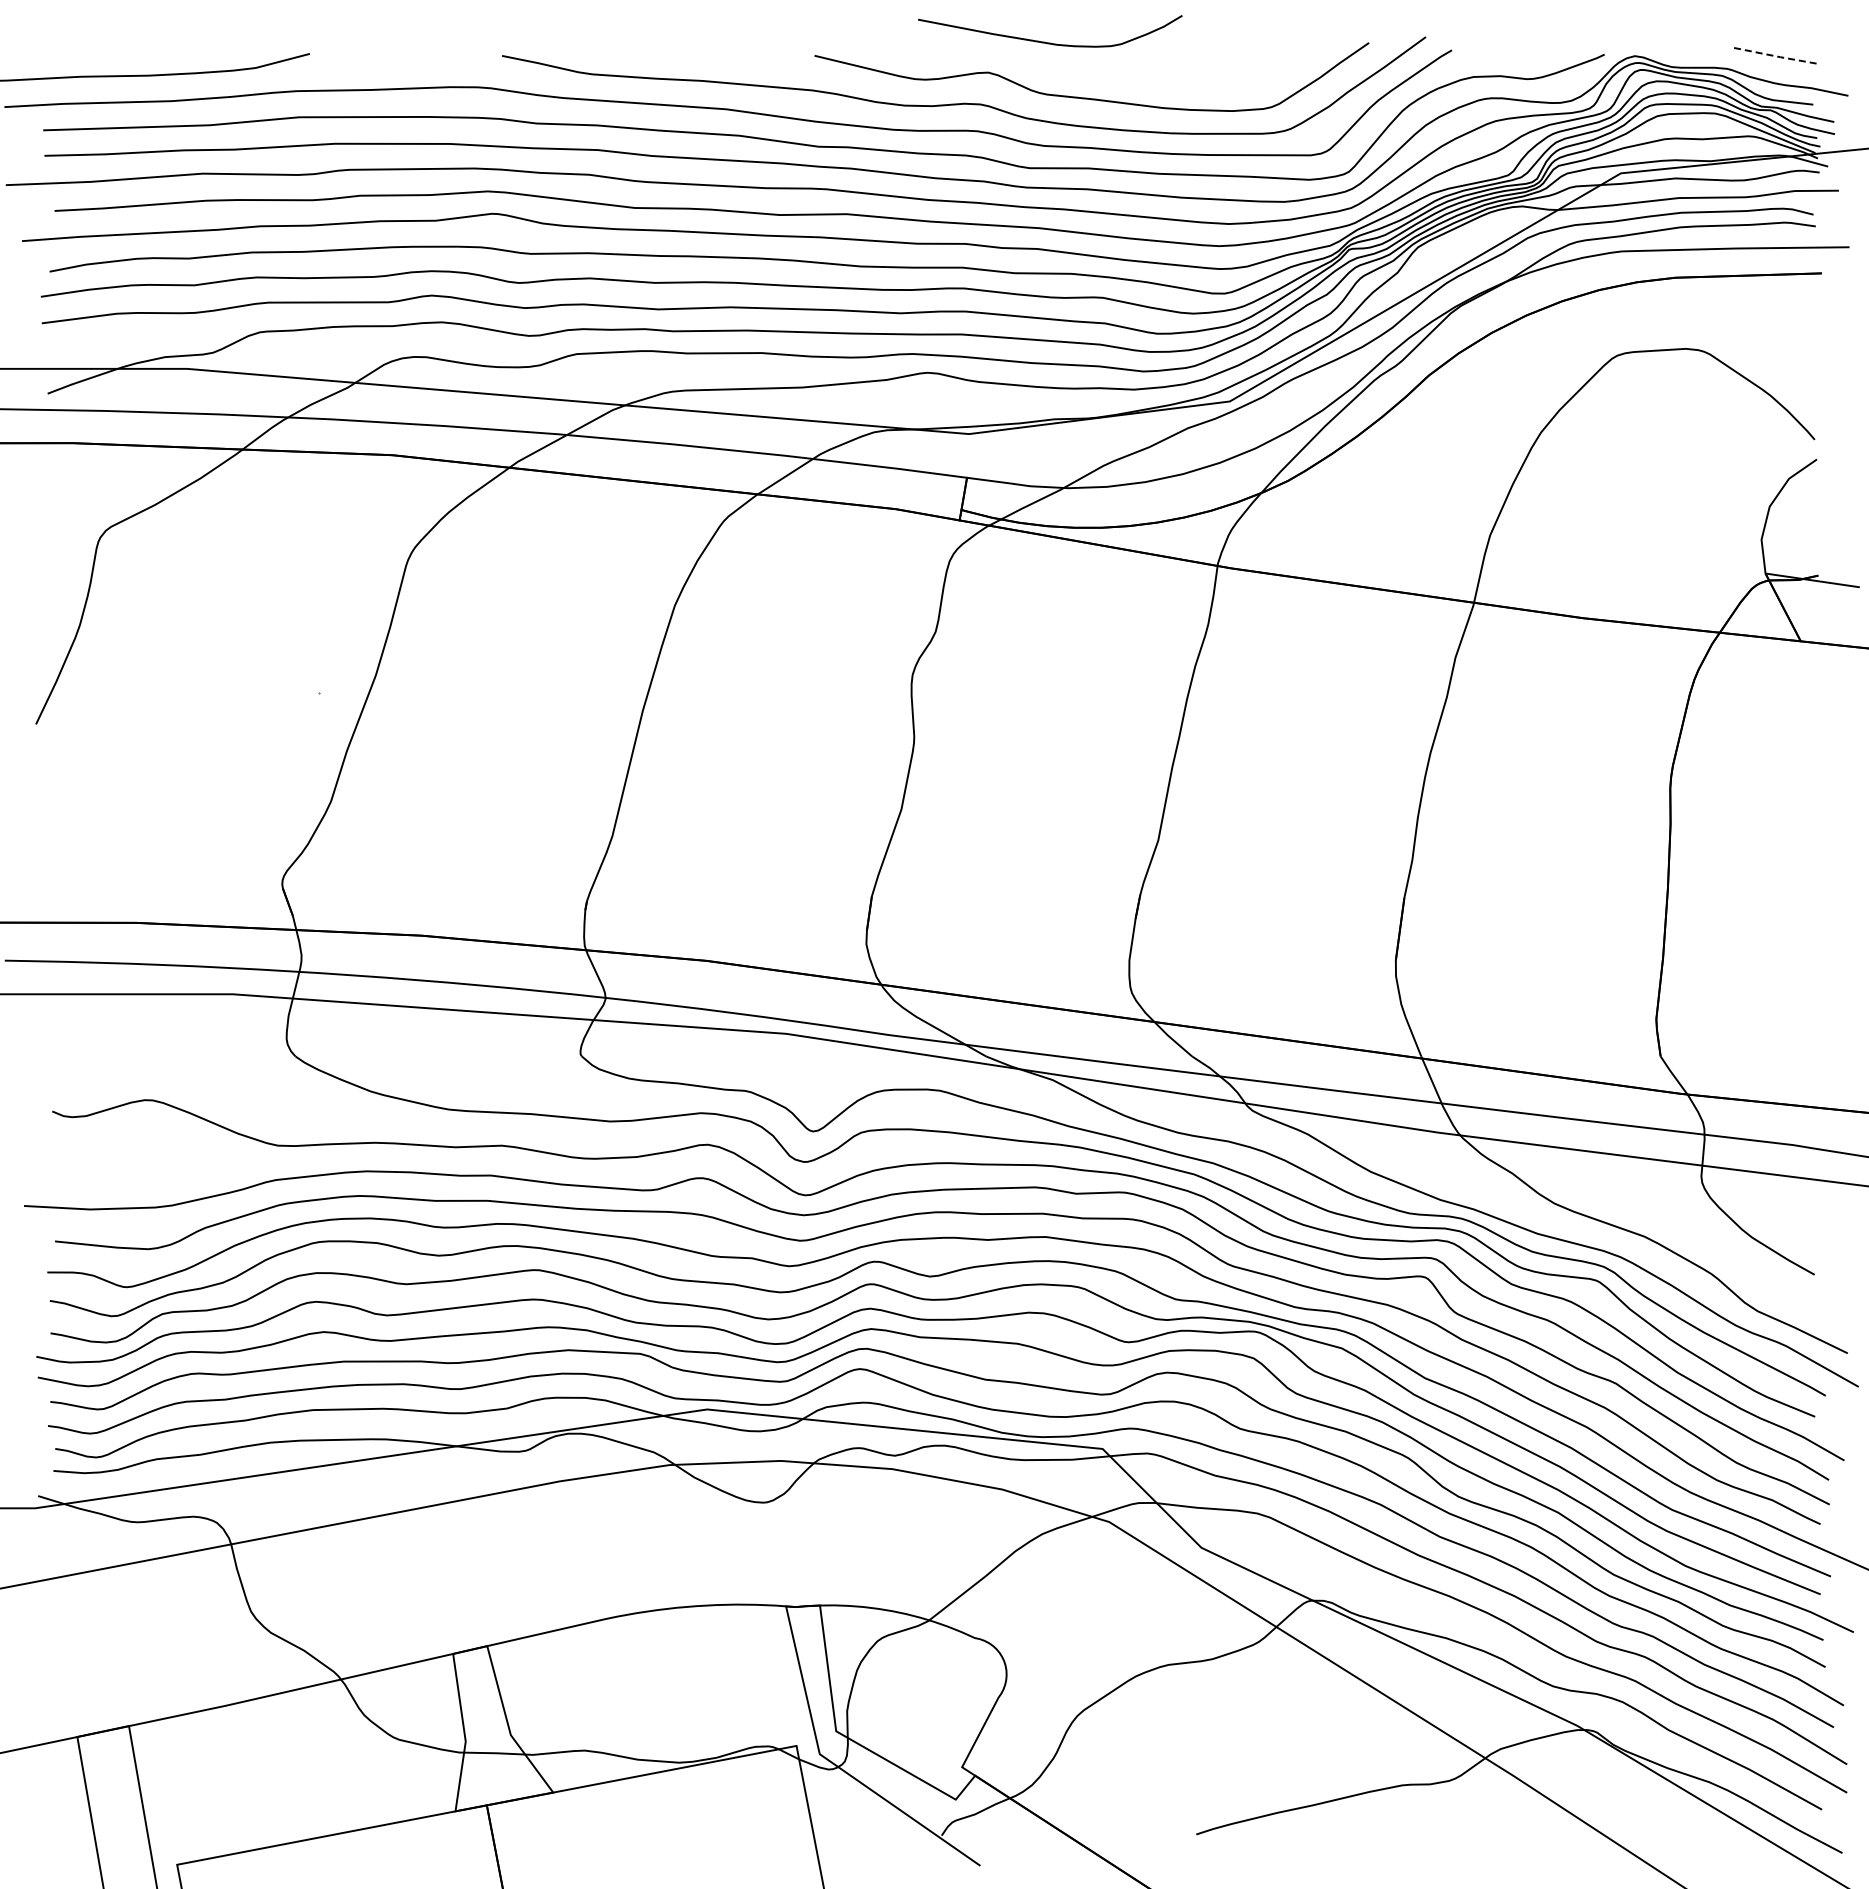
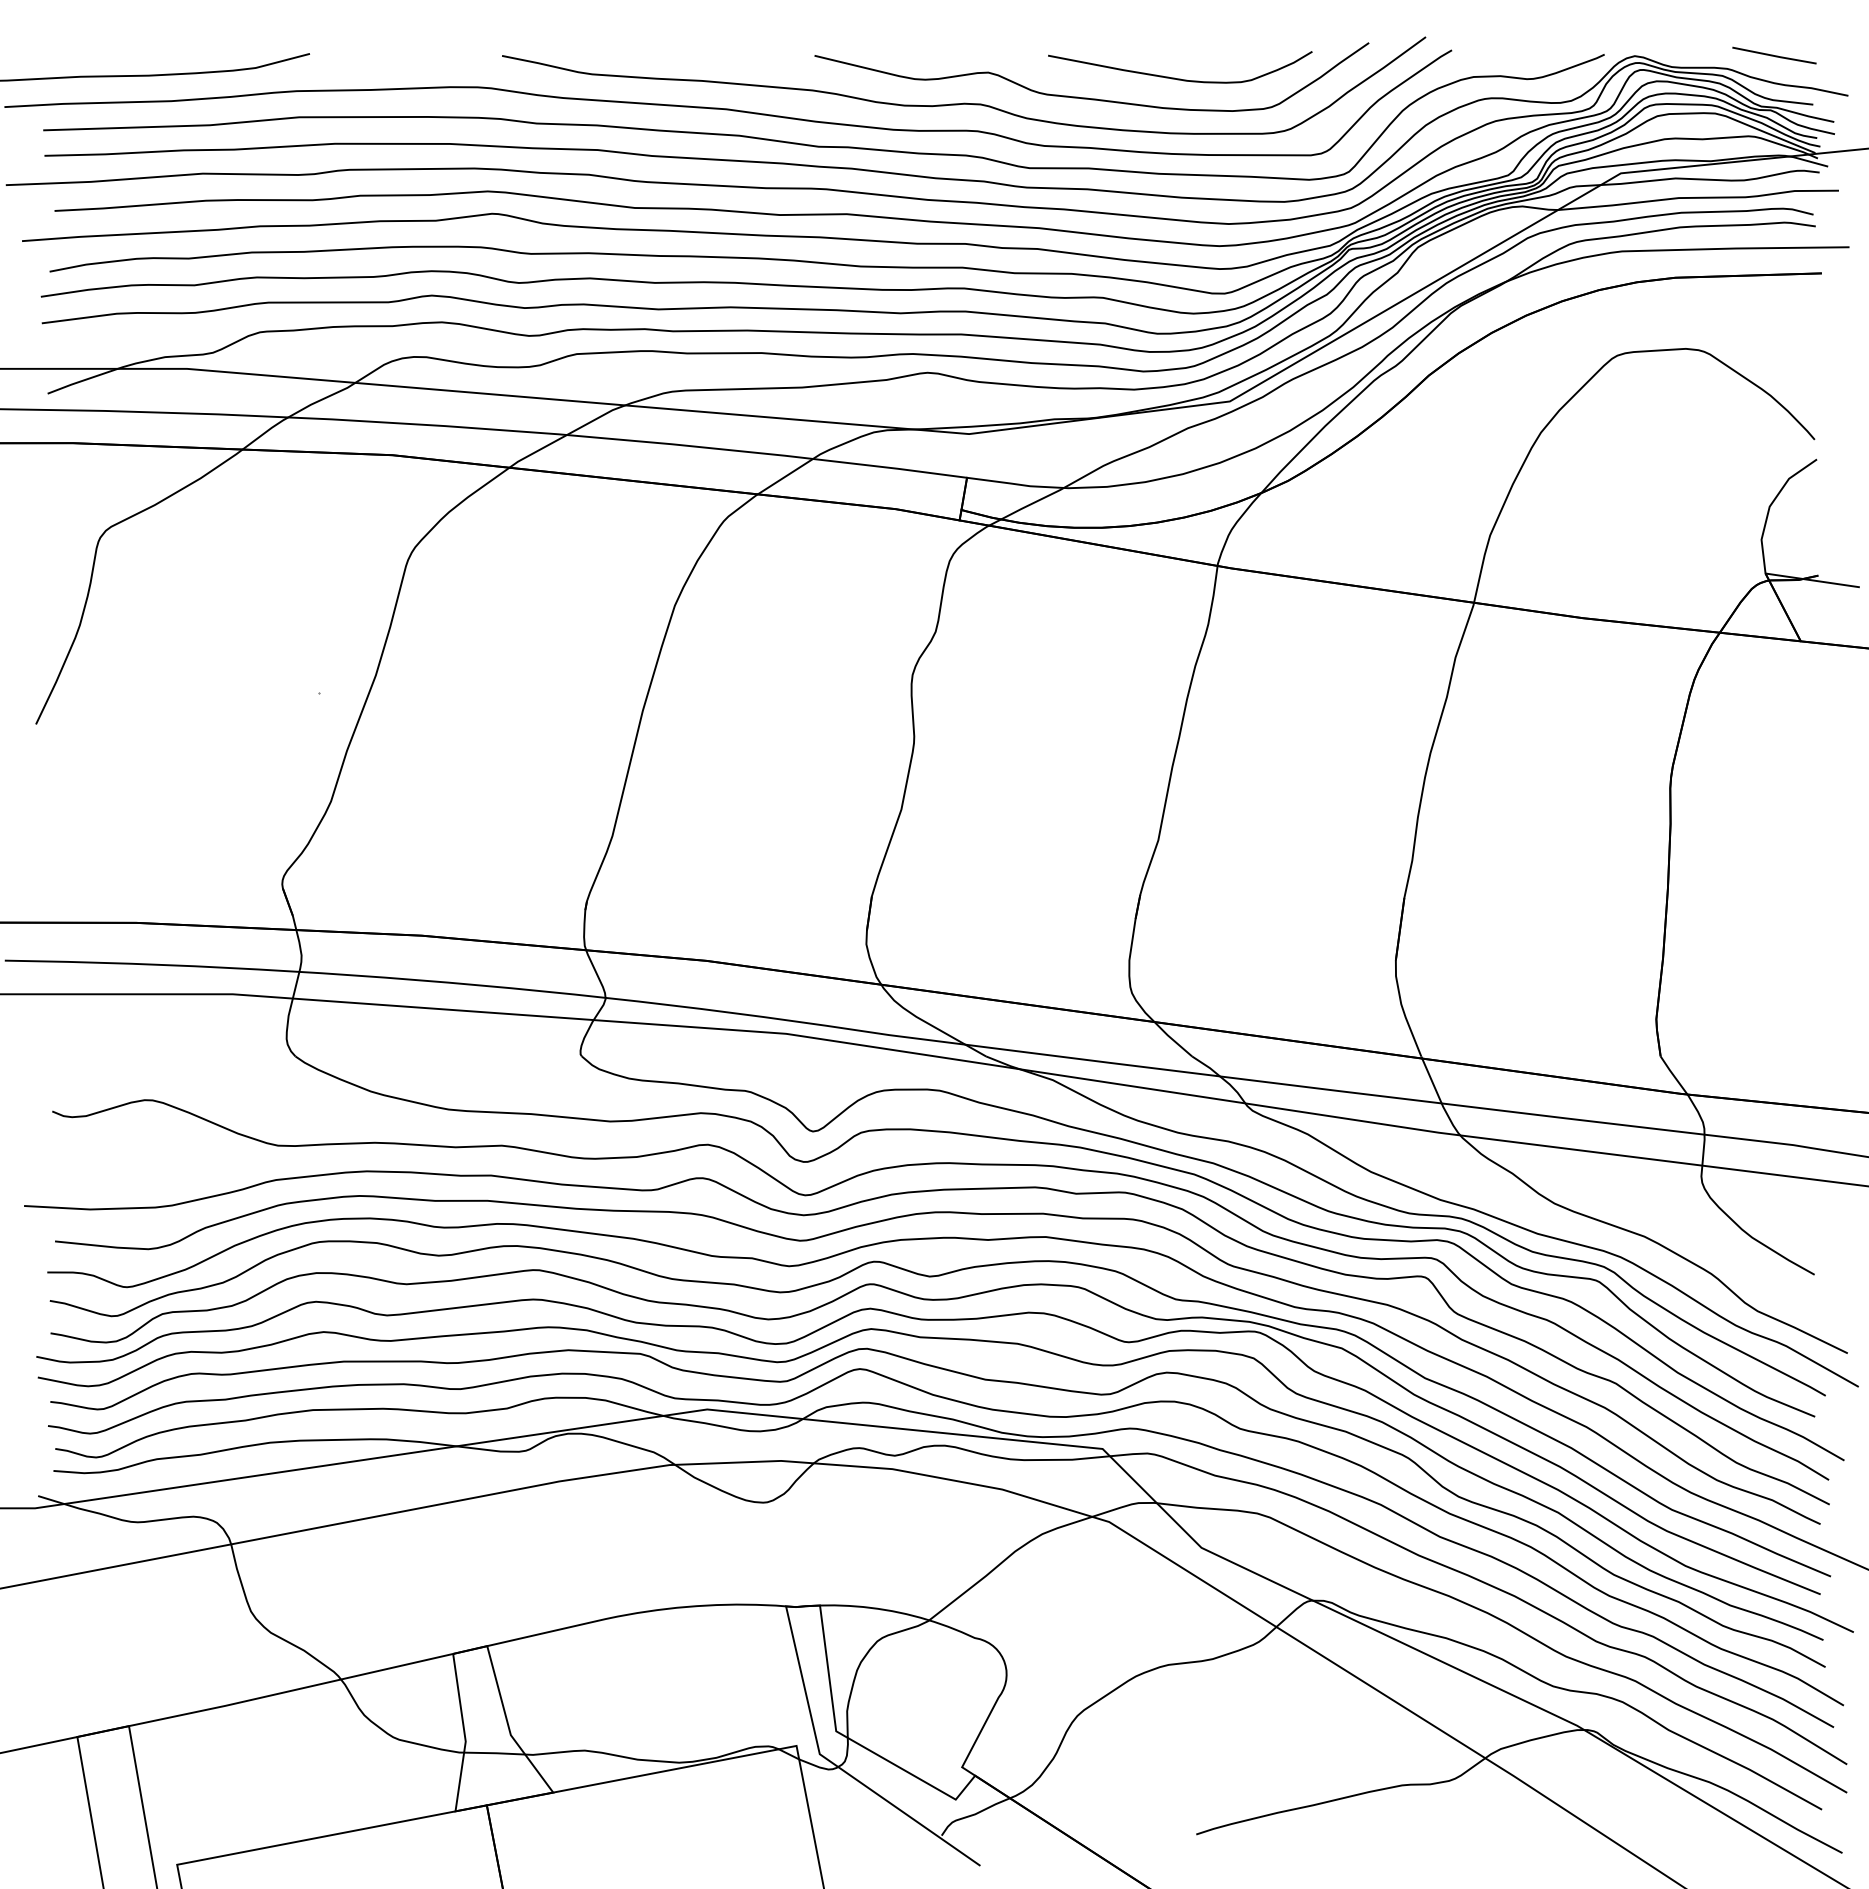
curve at (1050, 42) position: (1050, 42) -> (1180, 78)
line at (1774, 56): dashed -> solid
